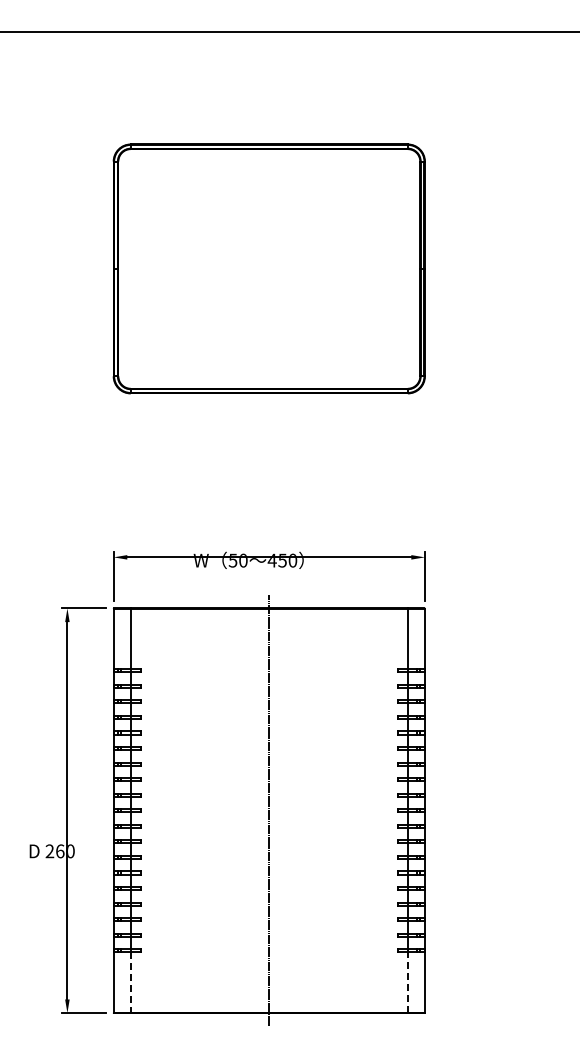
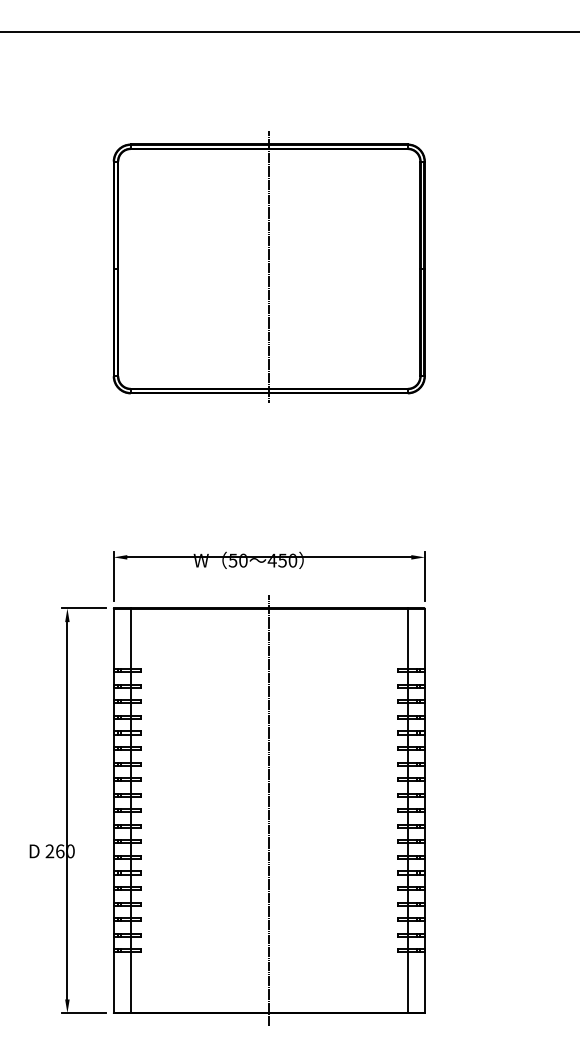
line at (269, 266): none -> present
line at (407, 982): dashed -> solid
line at (130, 983): dashed -> solid
